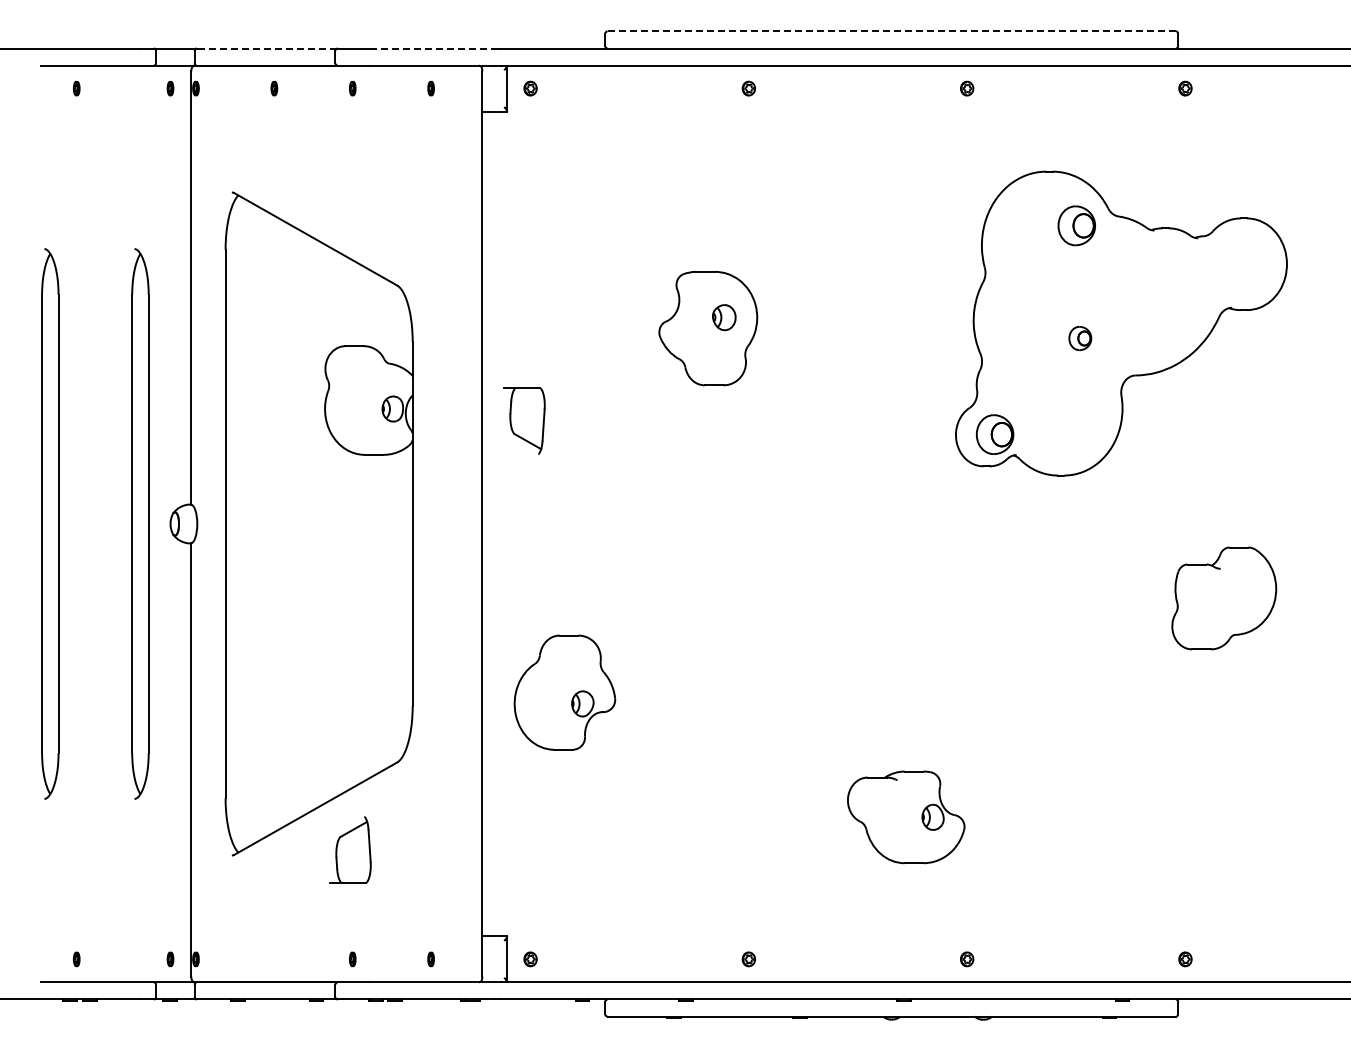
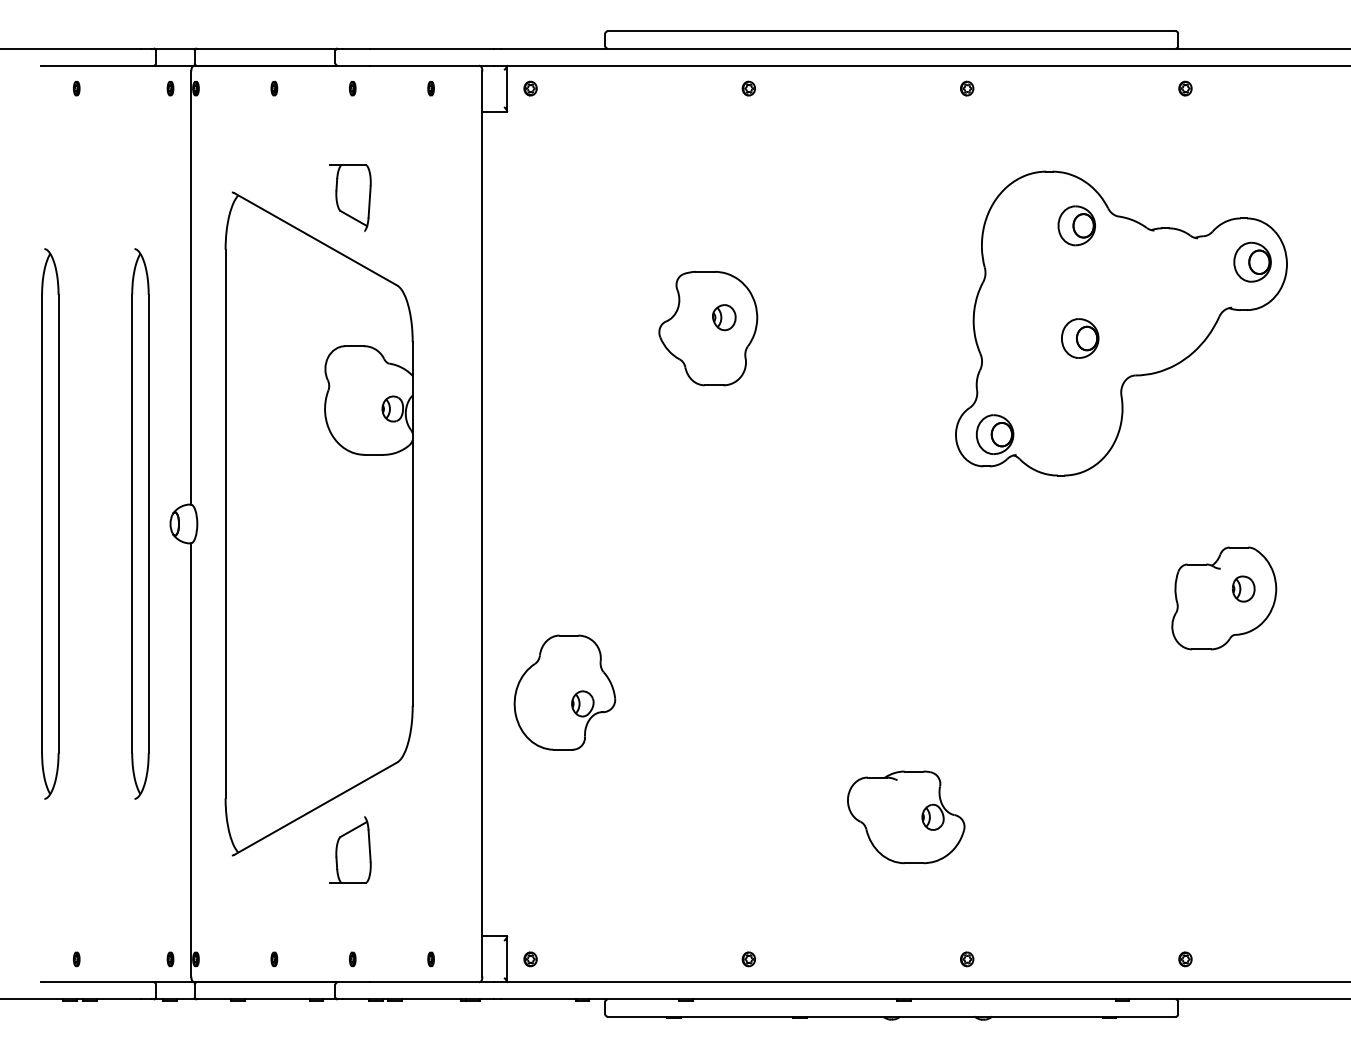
line at (892, 31): dashed -> solid
line at (267, 48): dashed -> solid
line at (432, 48): dashed -> solid
part at (1252, 261): none -> present
part at (1080, 338) size: 25x26 px -> 39x41 px
part at (524, 420) position: (524, 420) -> (350, 197)
part at (1243, 588): none -> present
part at (274, 959): none -> present
